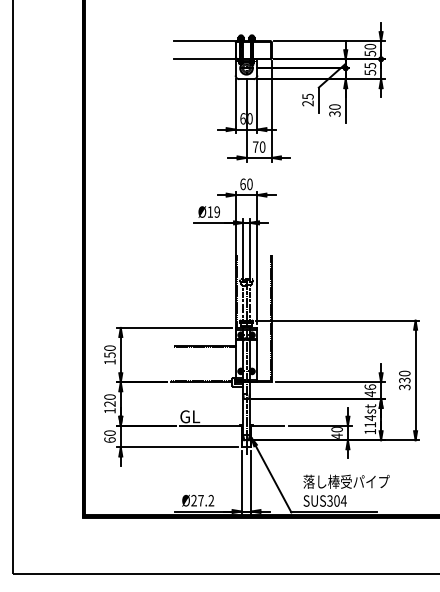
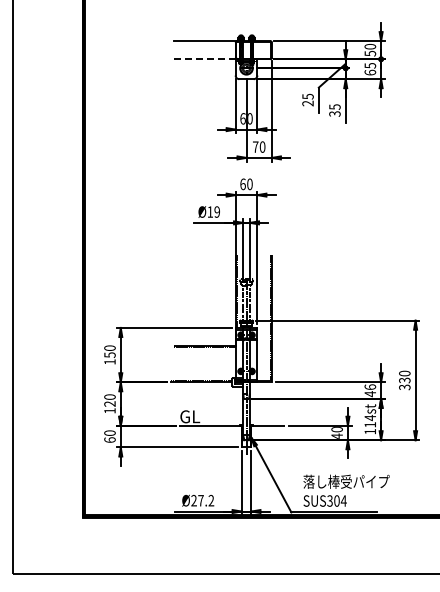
line at (204, 59): solid -> dashed
text at (370, 72): 55 -> 65
text at (334, 106): 30 -> 35
